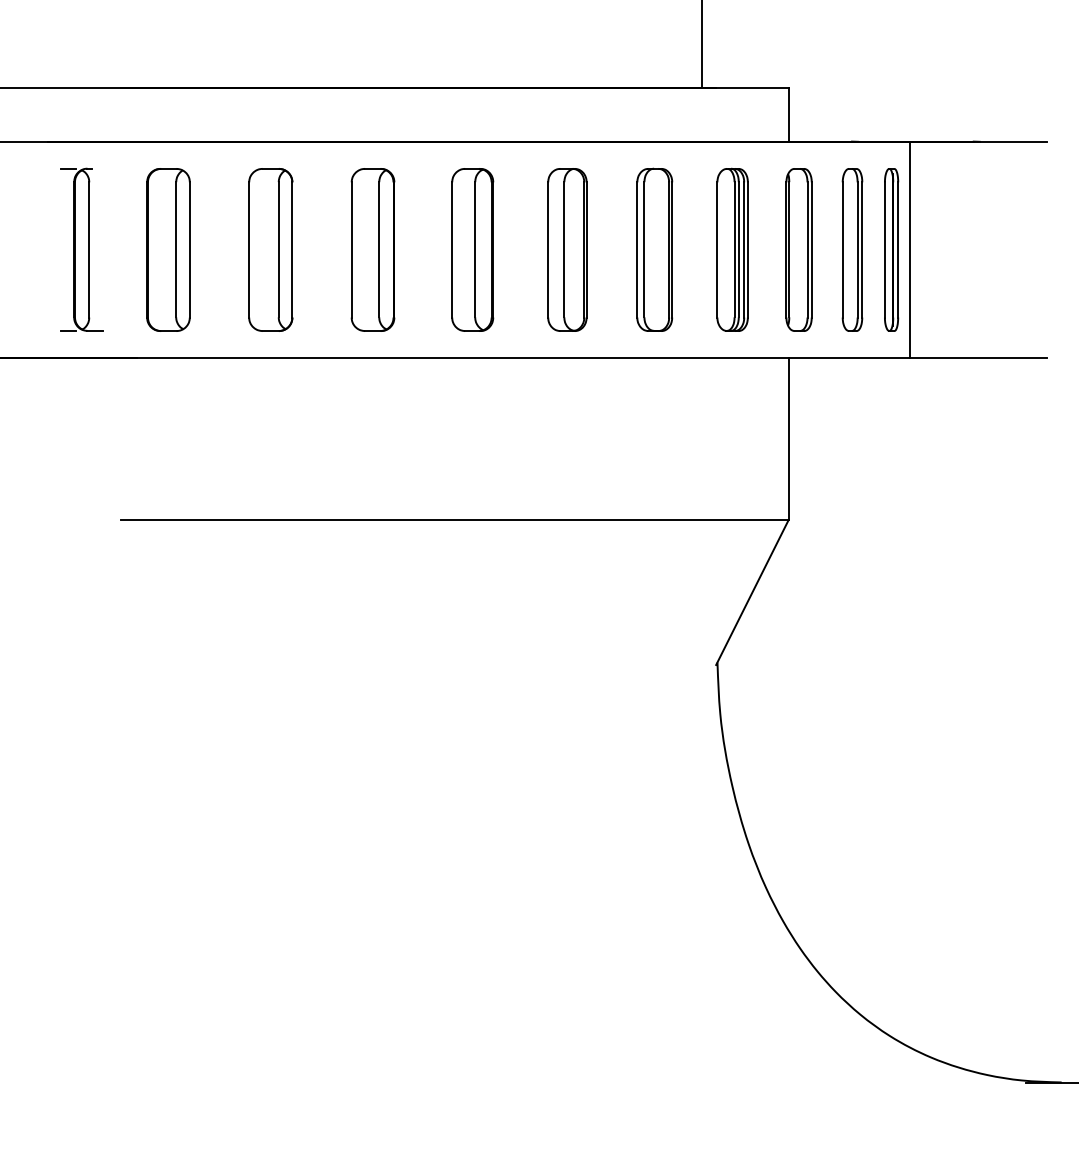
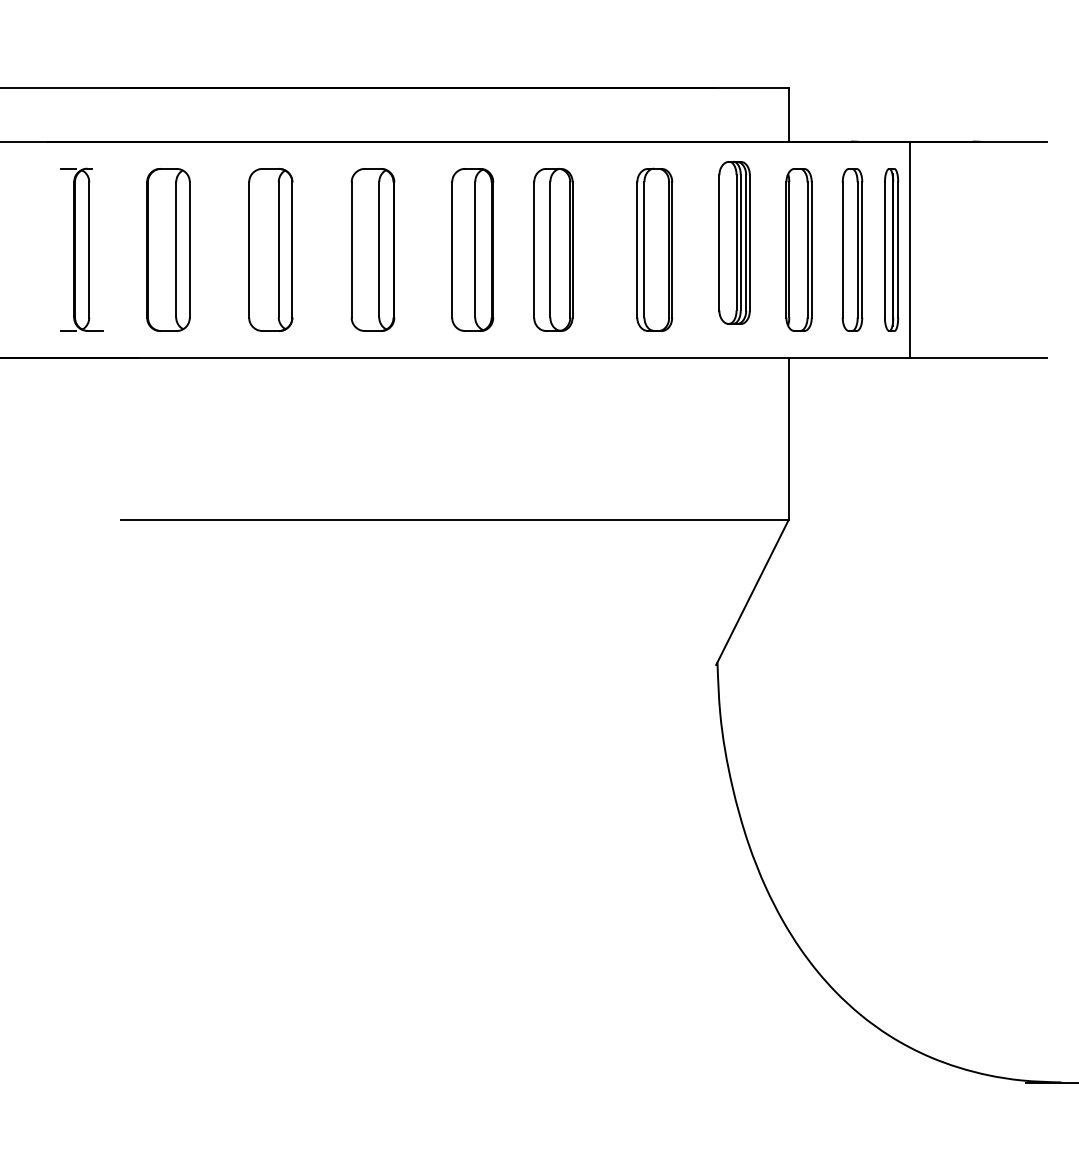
line at (701, 44): present -> none
part at (567, 249) position: (567, 249) -> (553, 249)
part at (732, 249) position: (732, 249) -> (734, 242)
